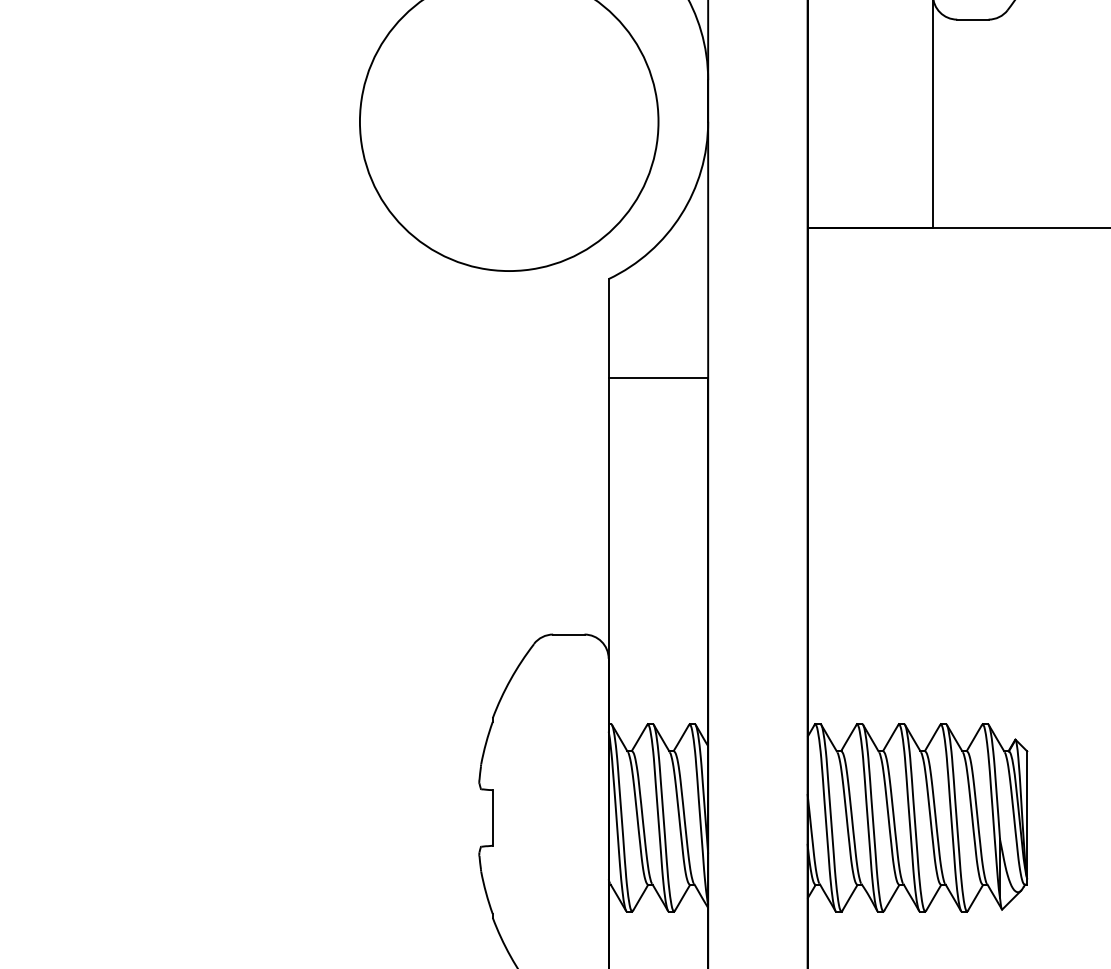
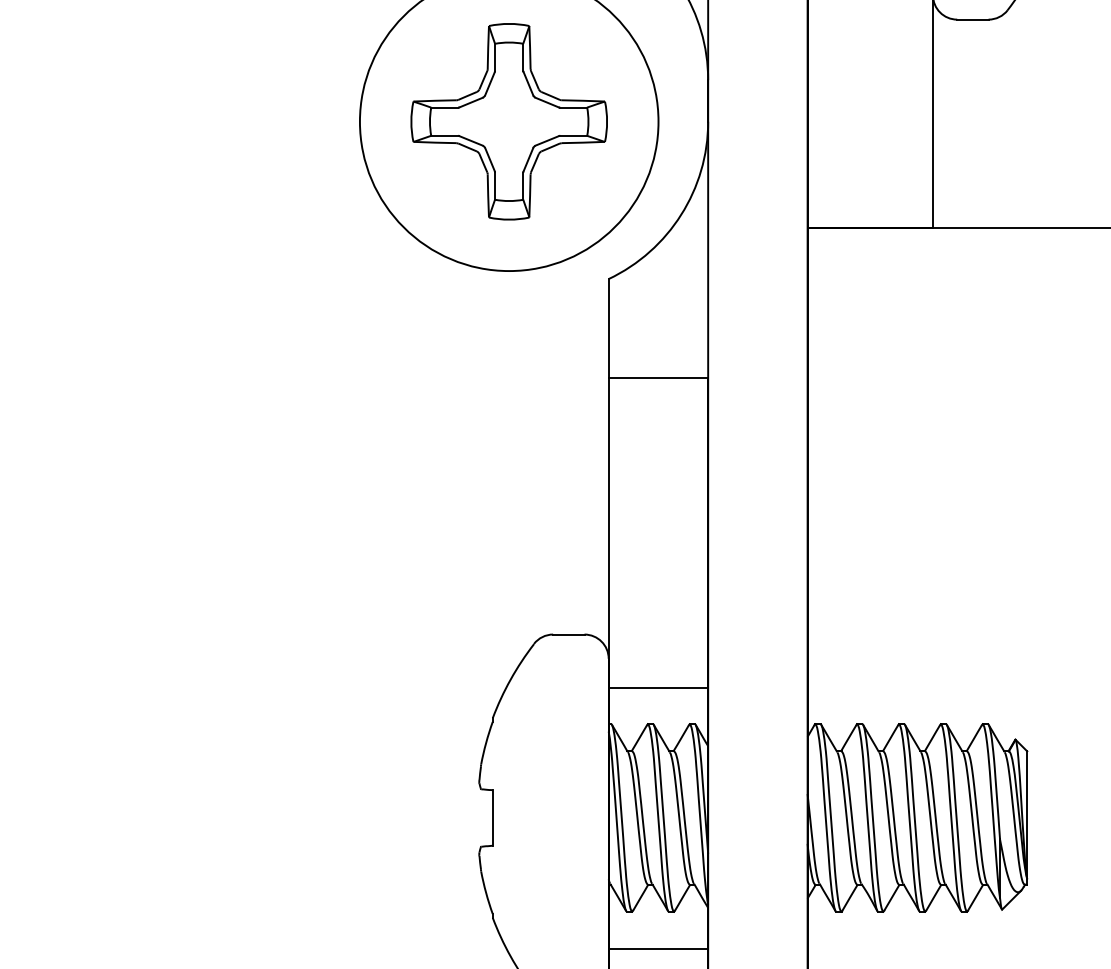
part at (508, 121): none -> present
line at (658, 687): none -> present
line at (658, 948): none -> present
